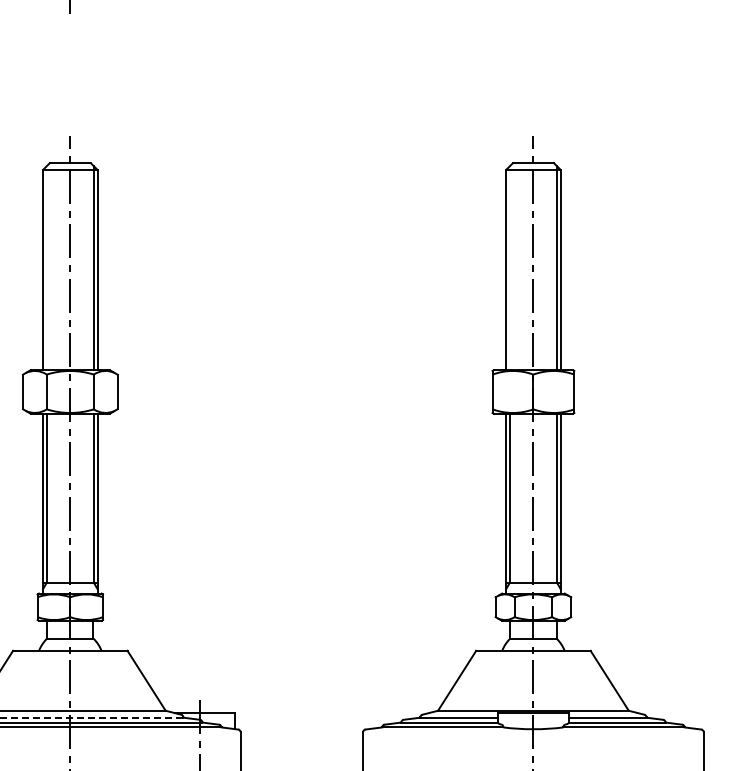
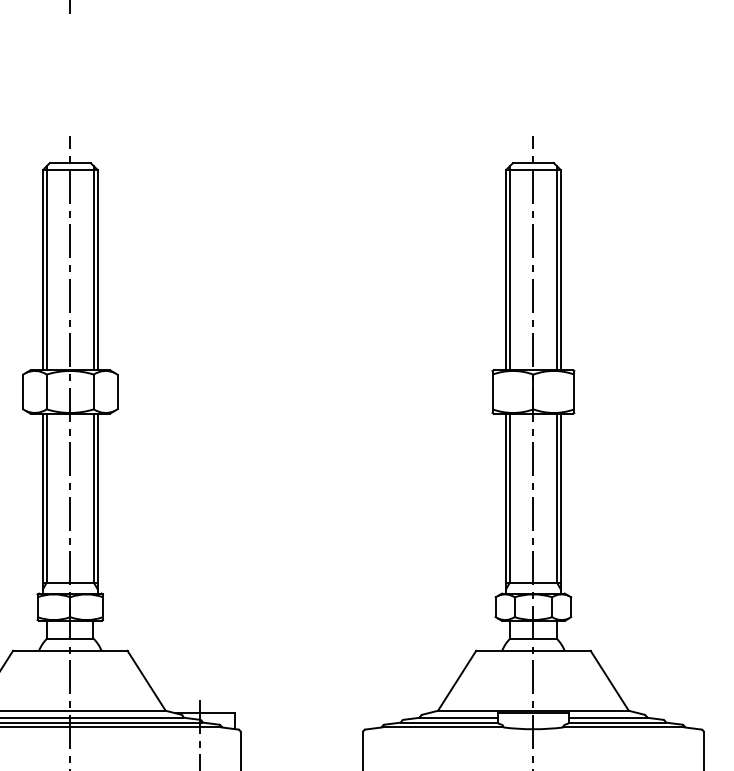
line at (46, 268): none -> present
line at (509, 268): none -> present
line at (91, 717): dashed -> solid
